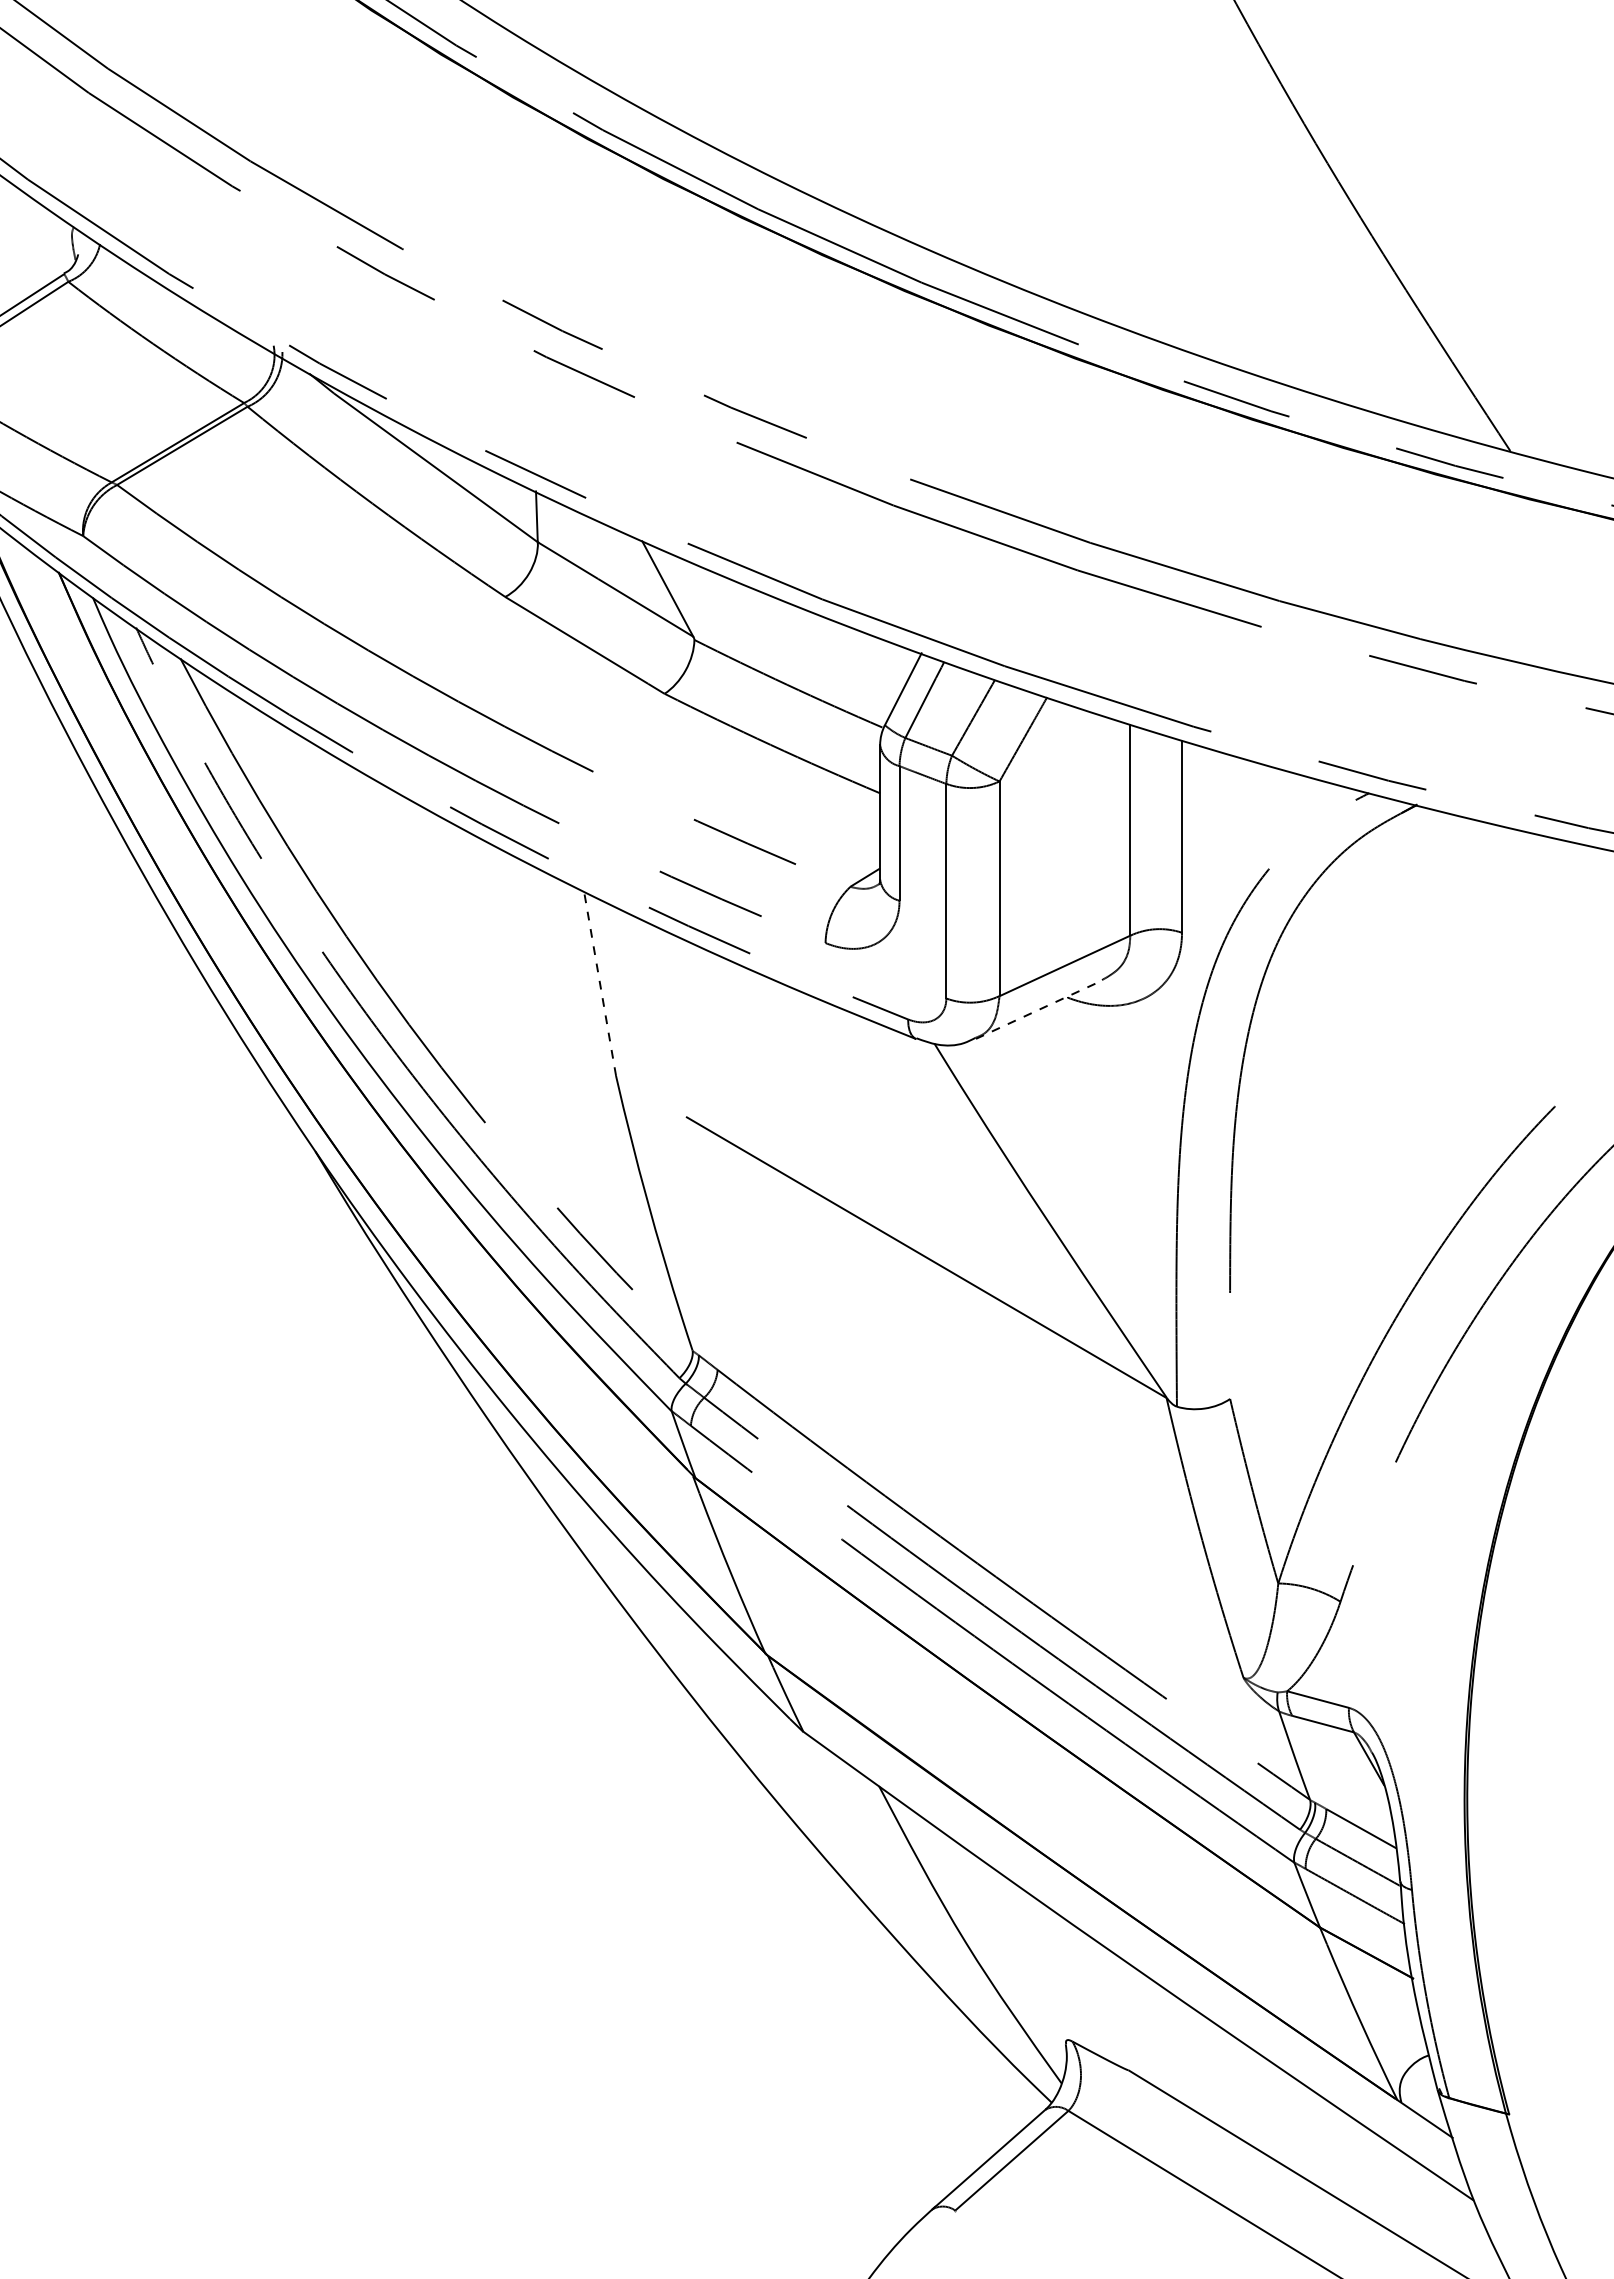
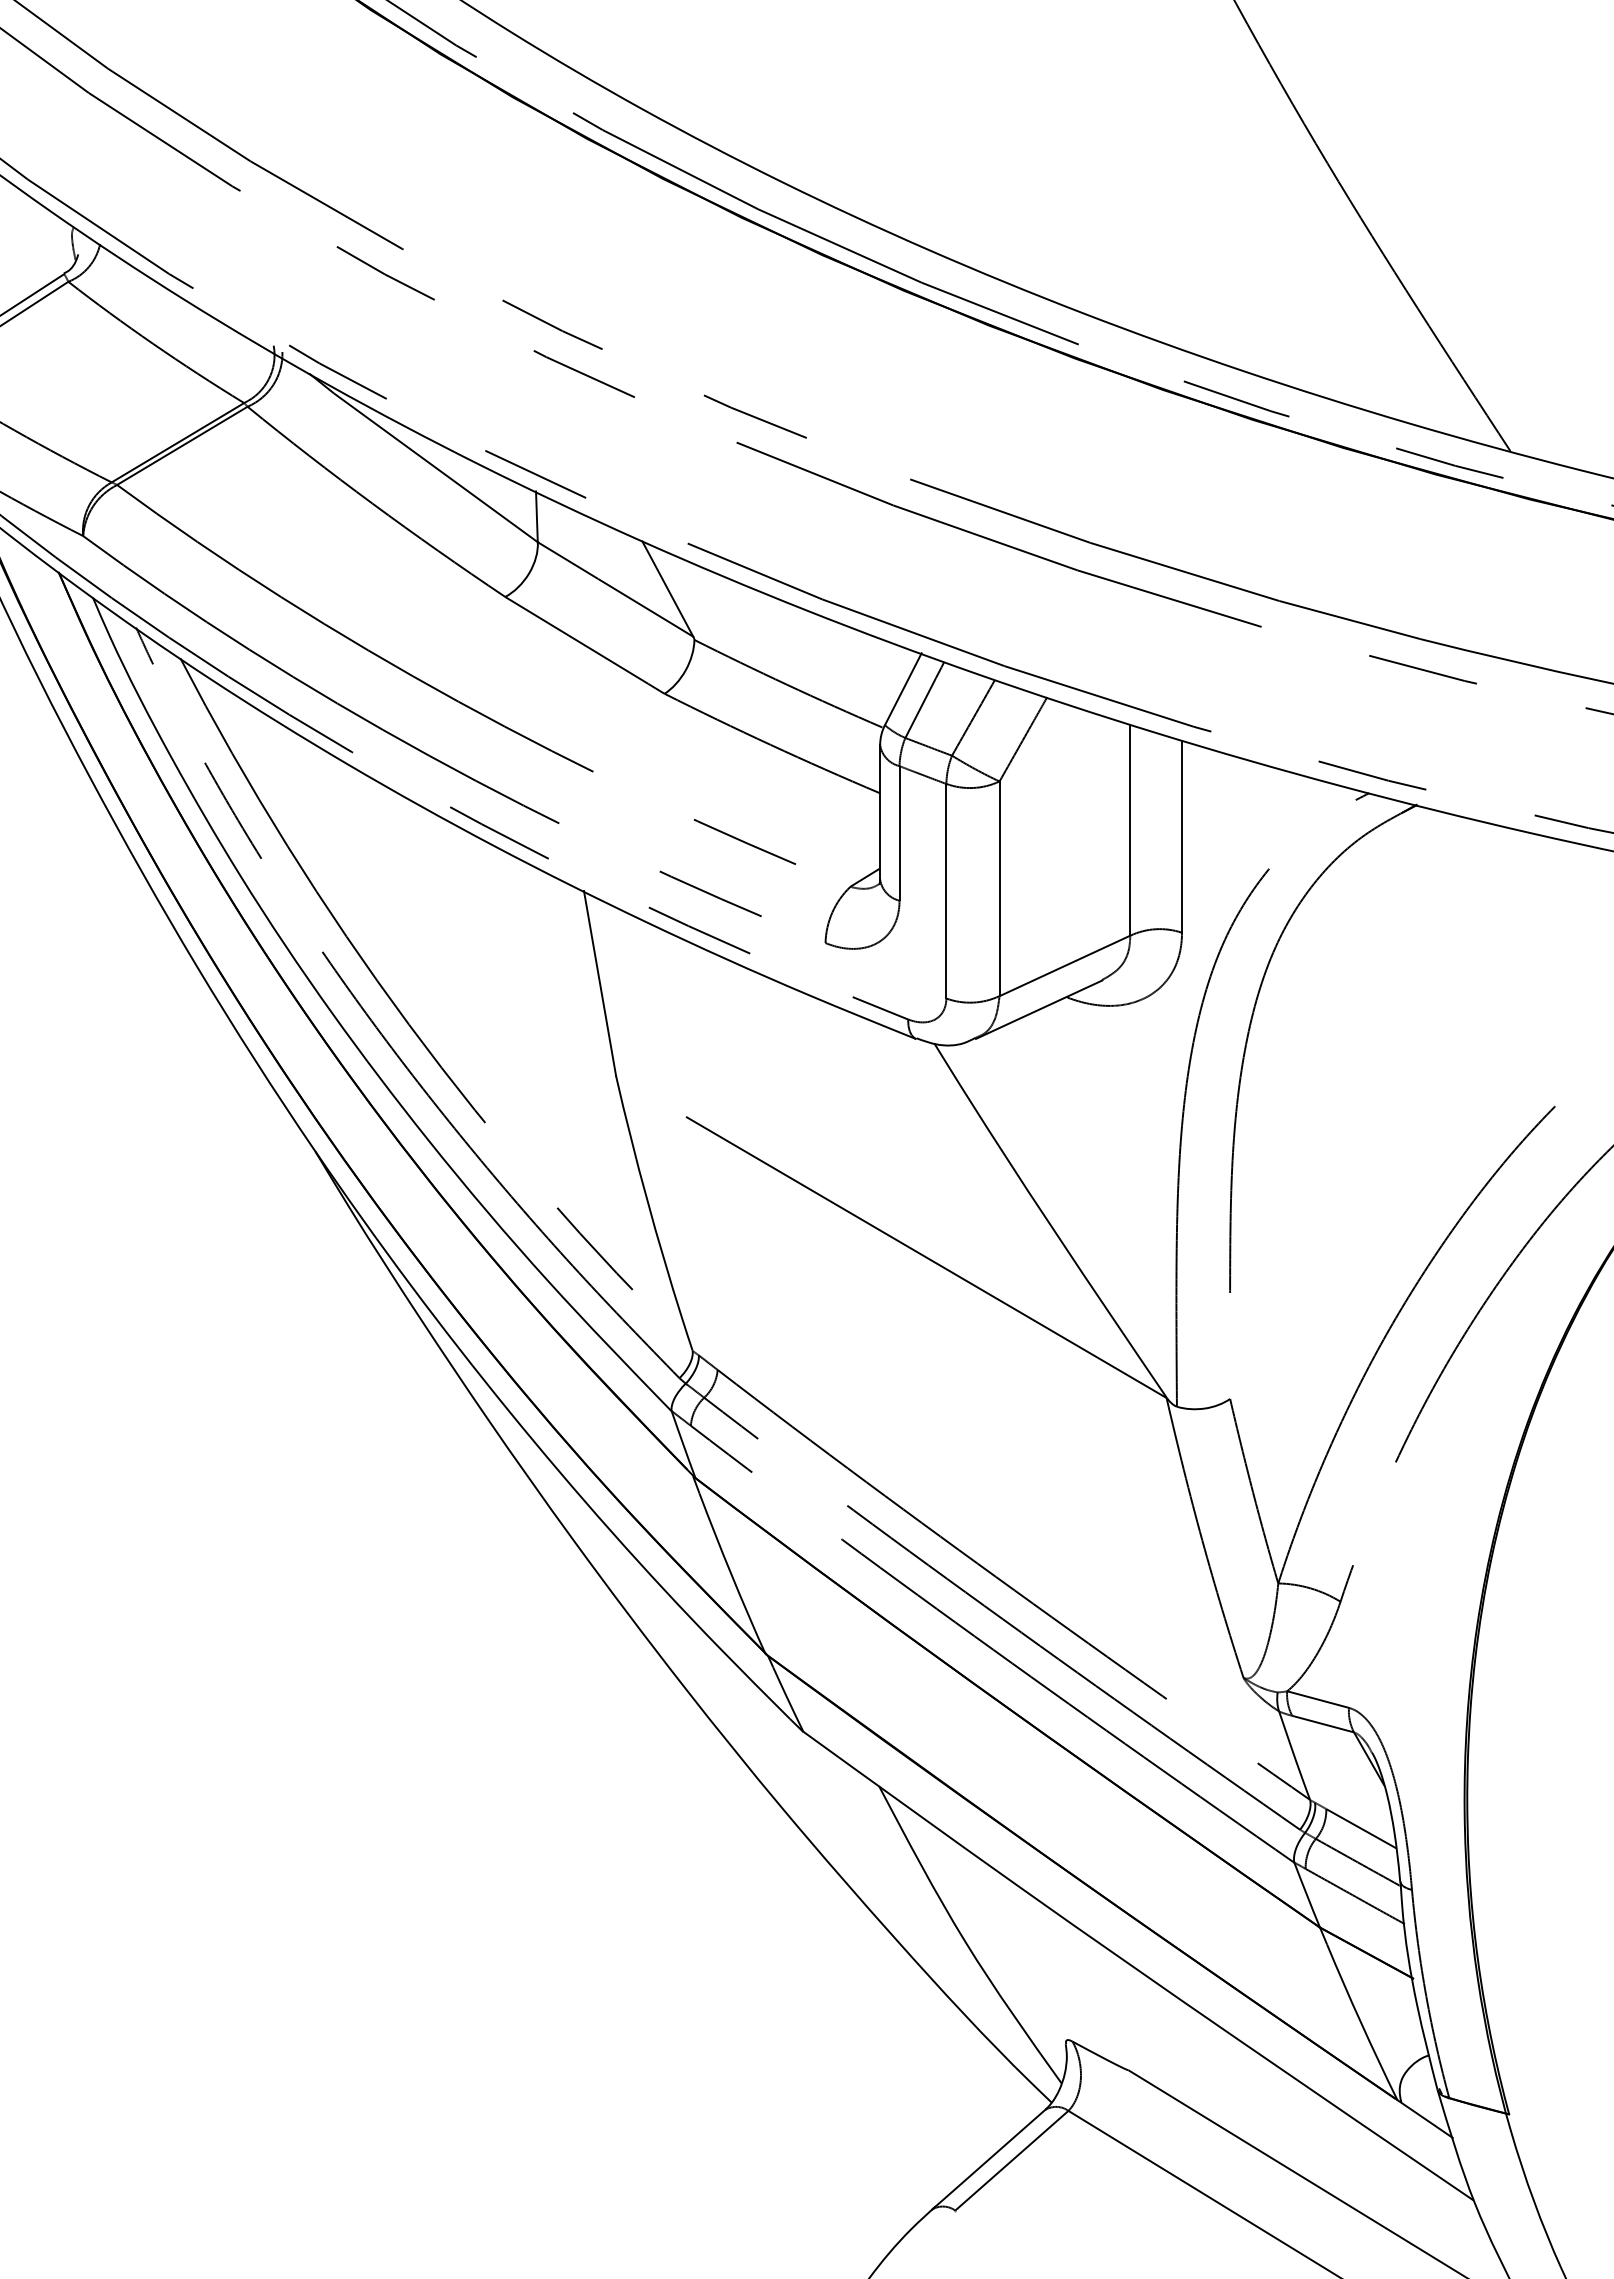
line at (600, 983): dashed -> solid
line at (1039, 1009): dashed -> solid
